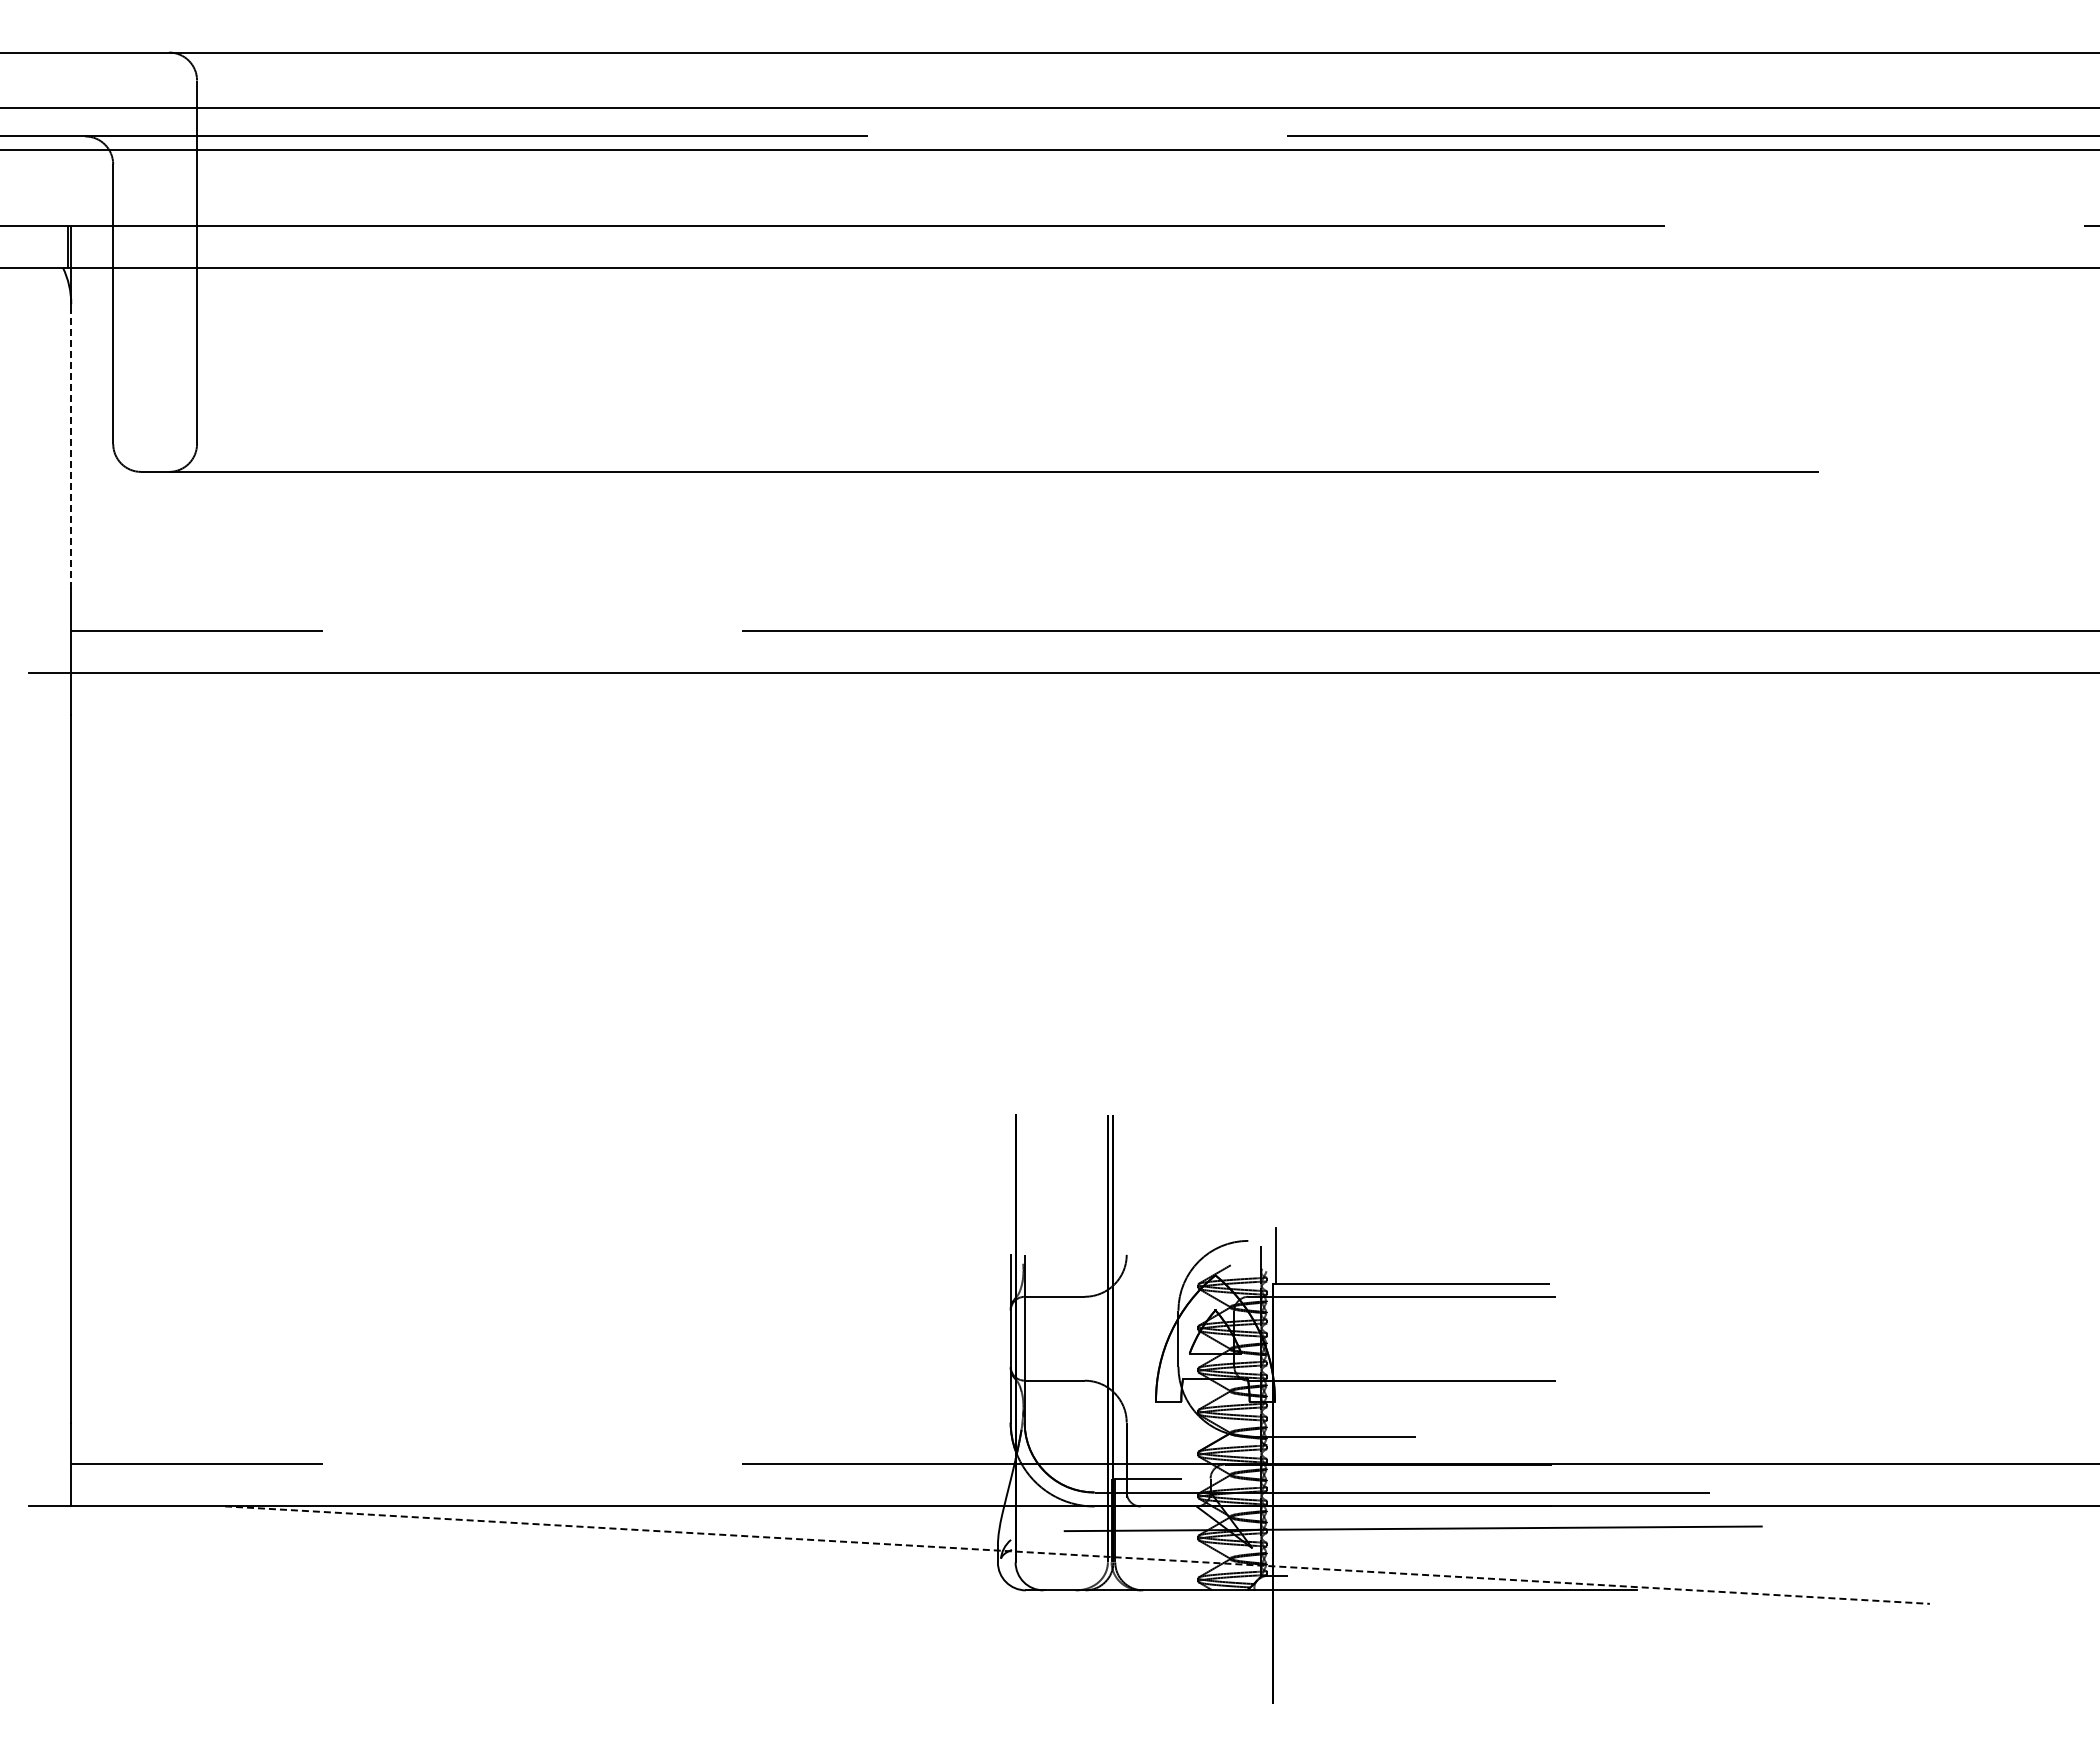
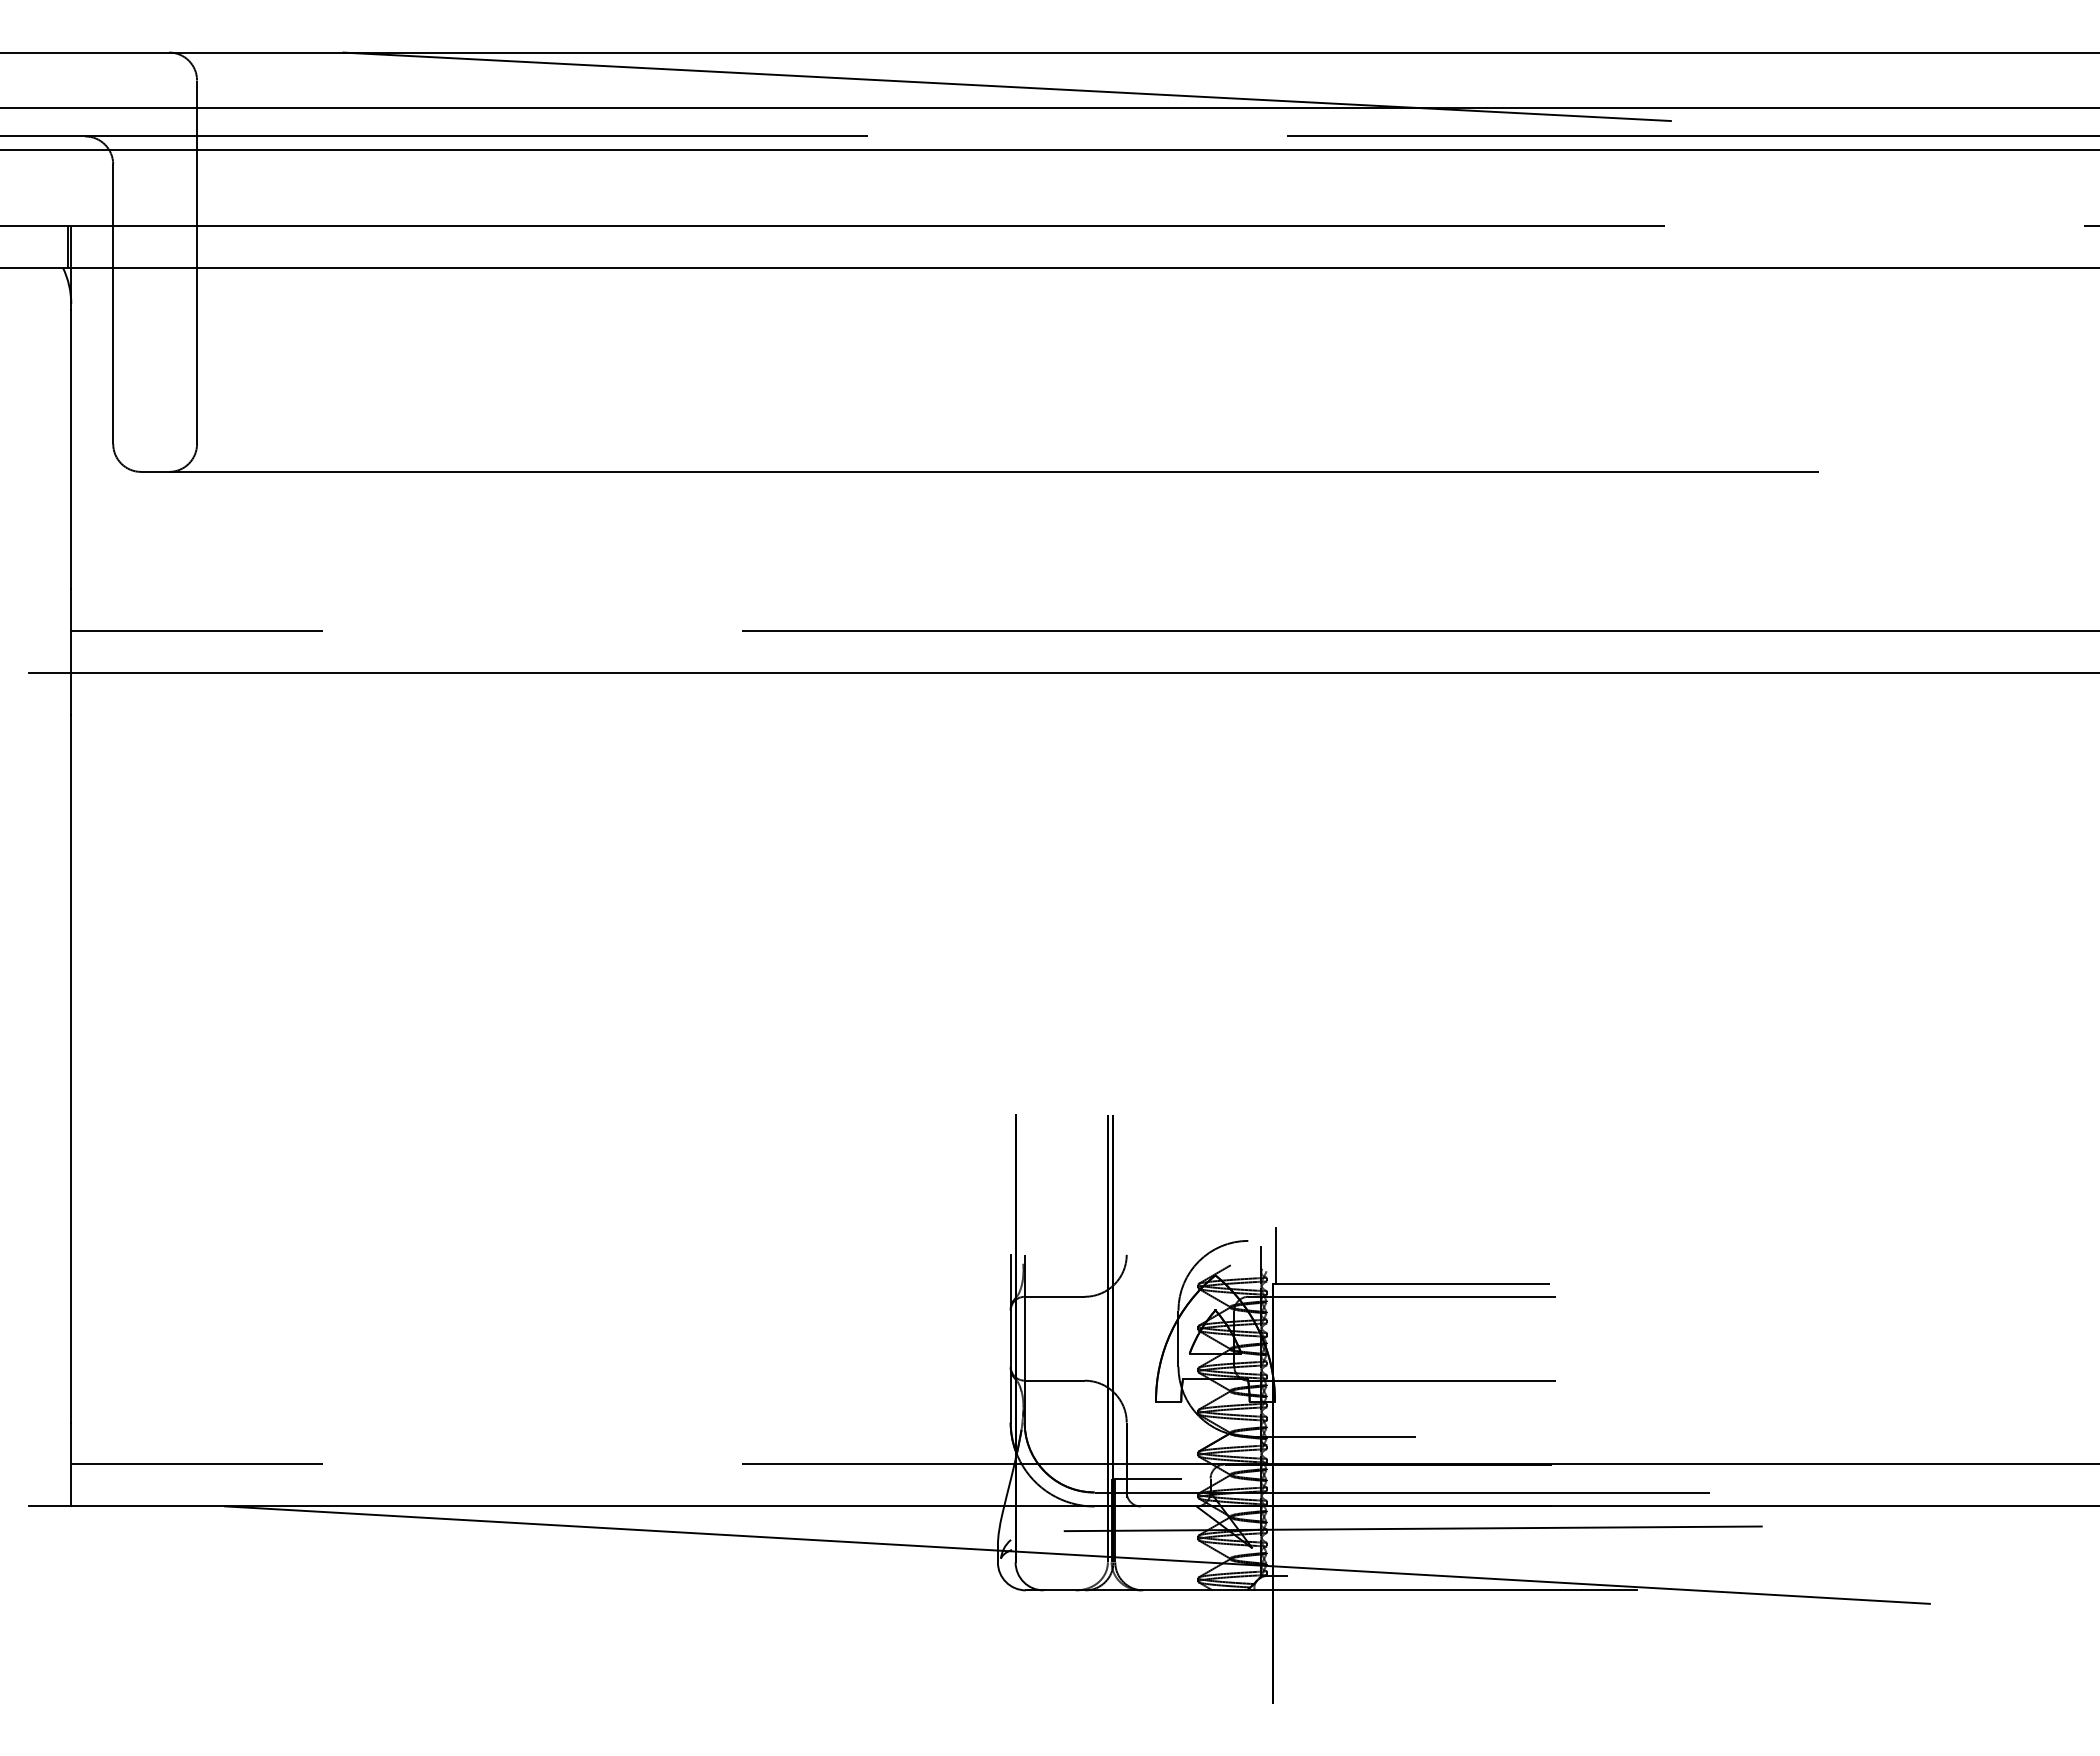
line at (1006, 86): none -> present
line at (71, 449): dashed -> solid
line at (1077, 1555): dashed -> solid
